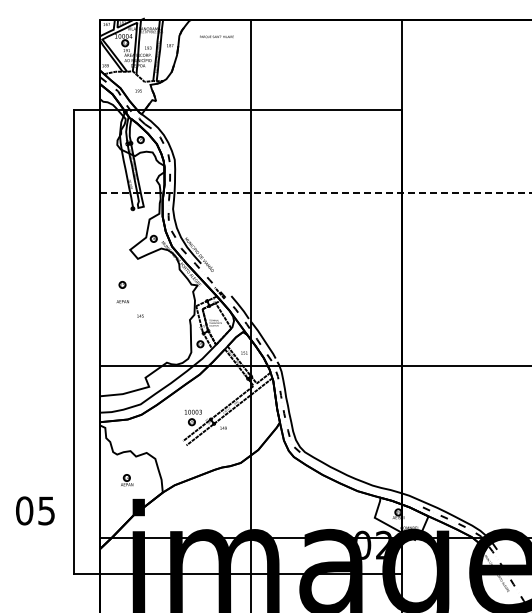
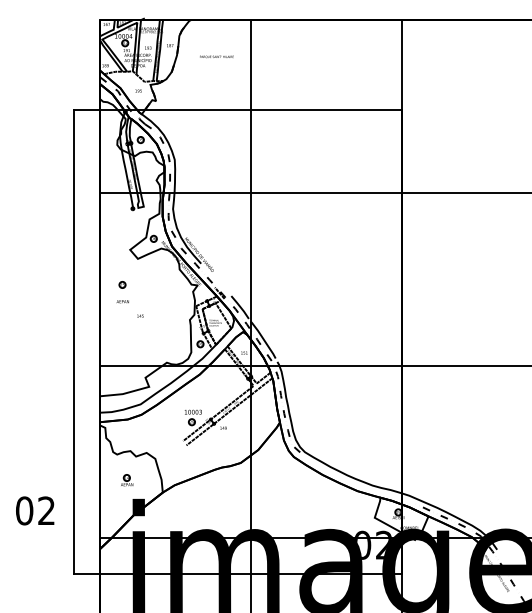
text at (216, 36) position: (216, 36) -> (216, 56)
line at (316, 192): dashed -> solid
text at (46, 510): 05 -> 02
